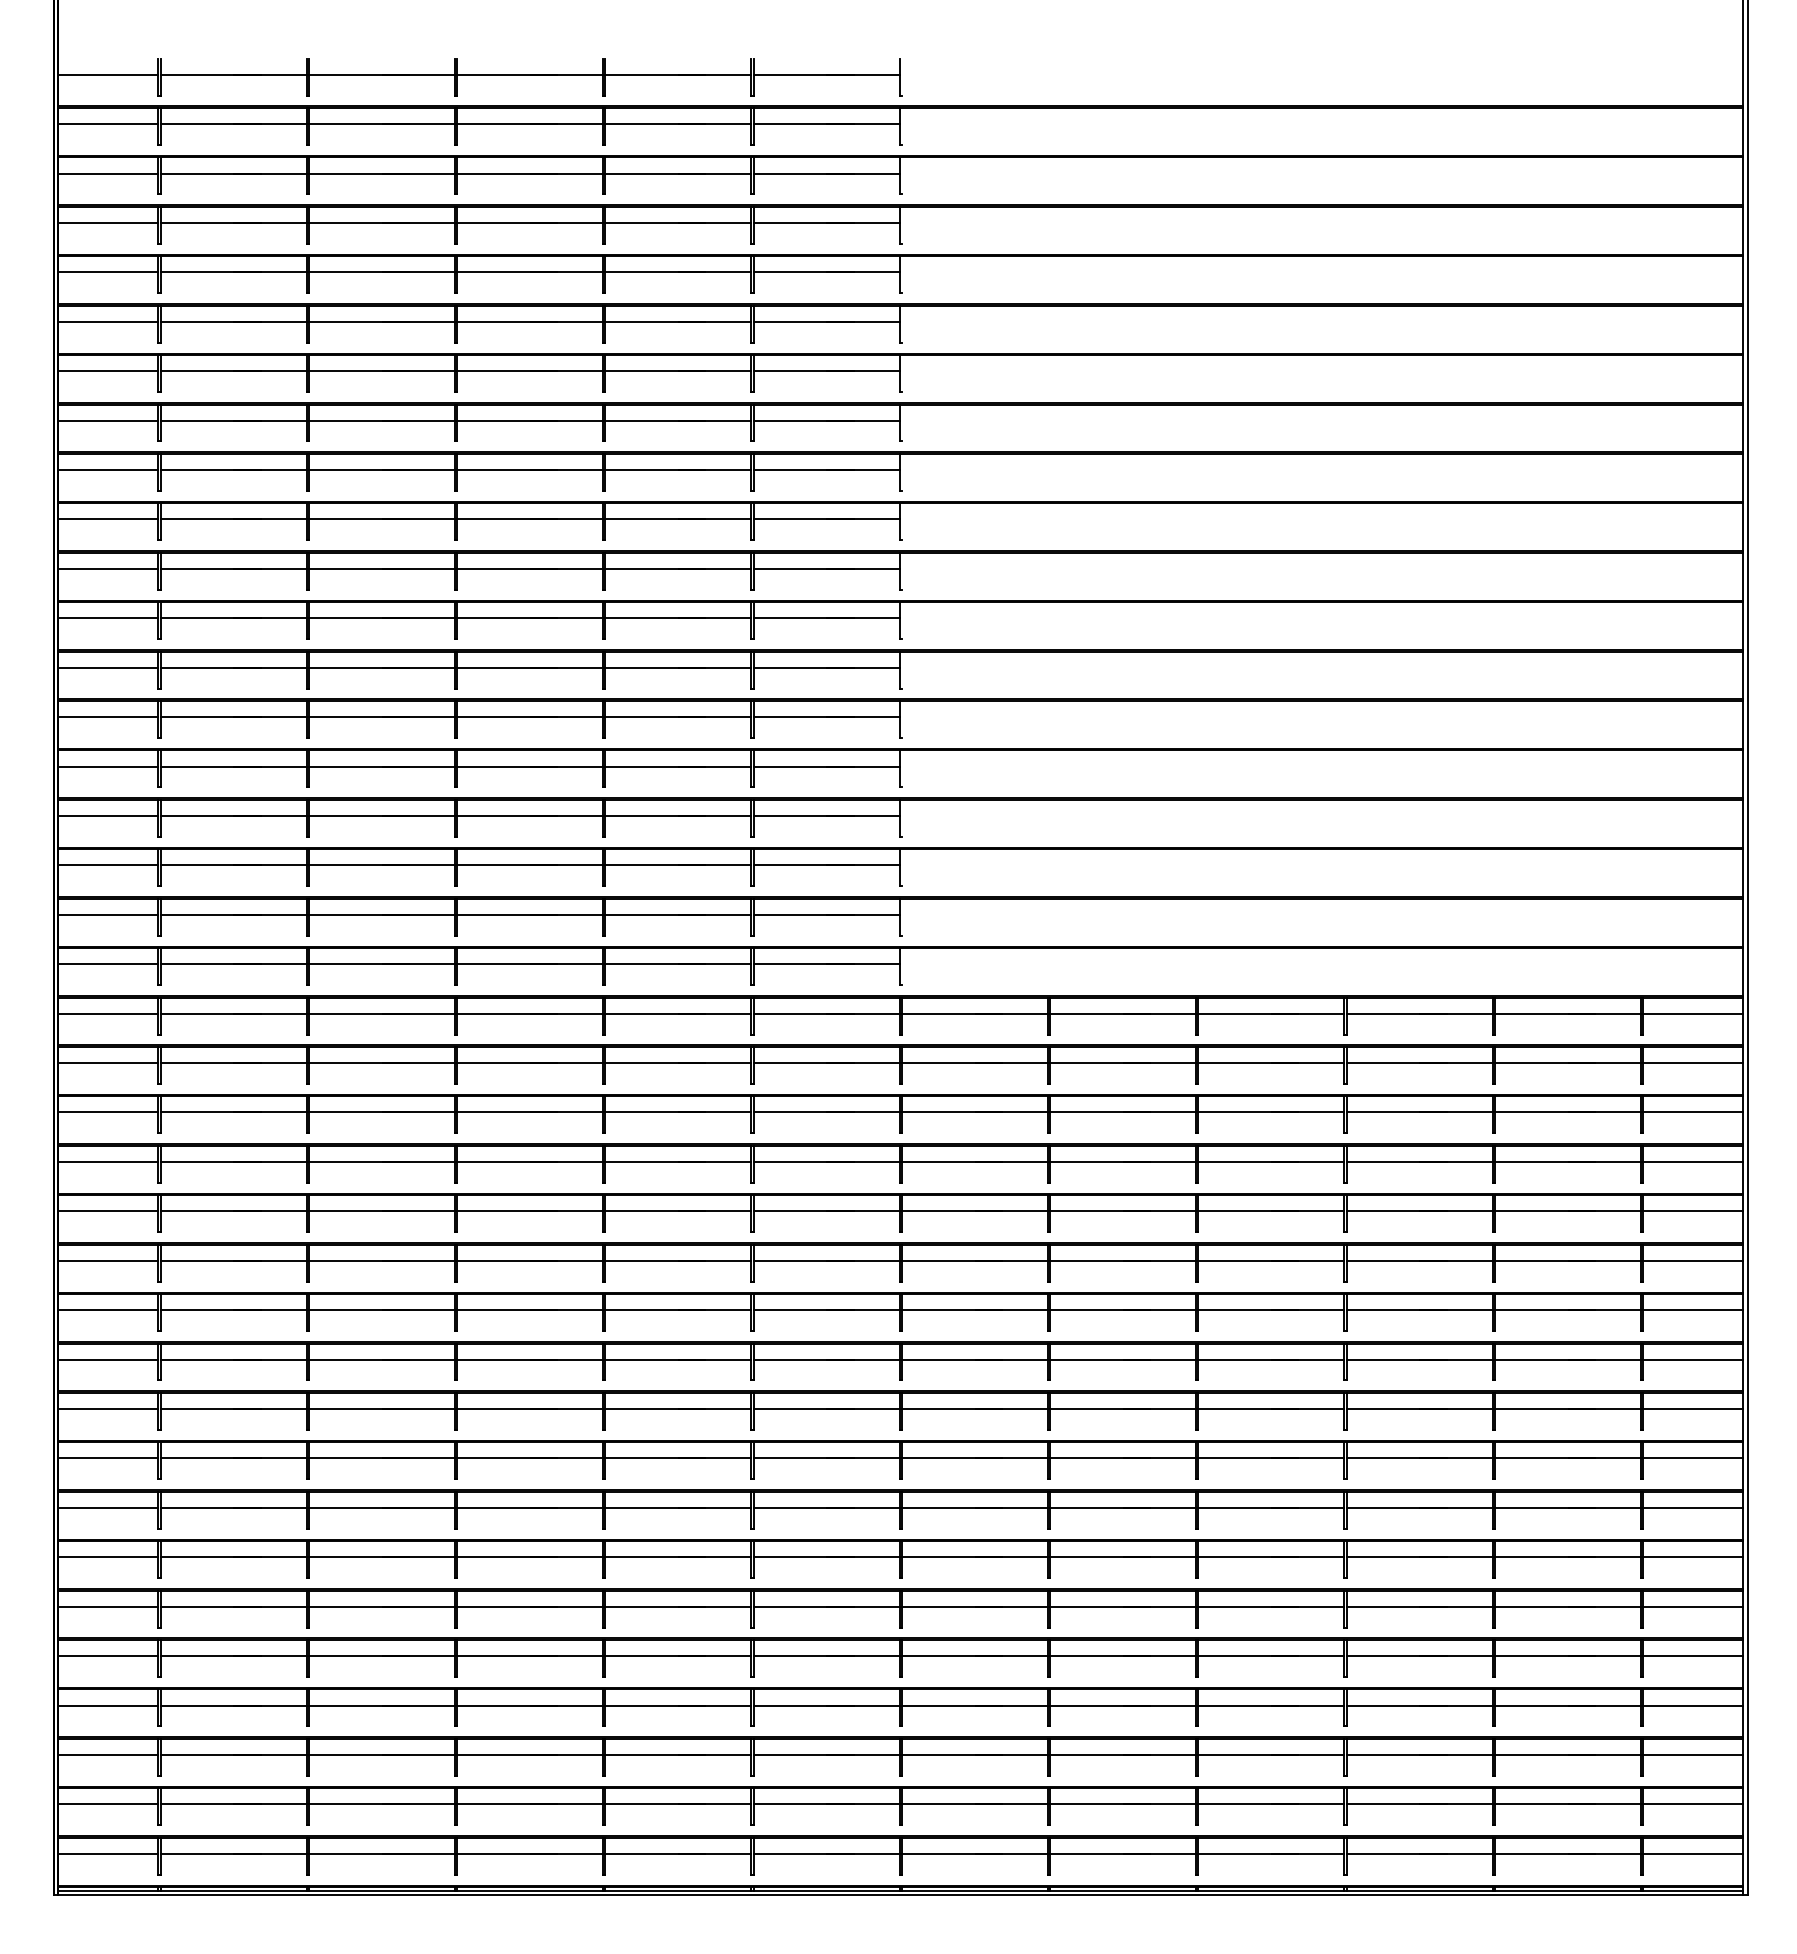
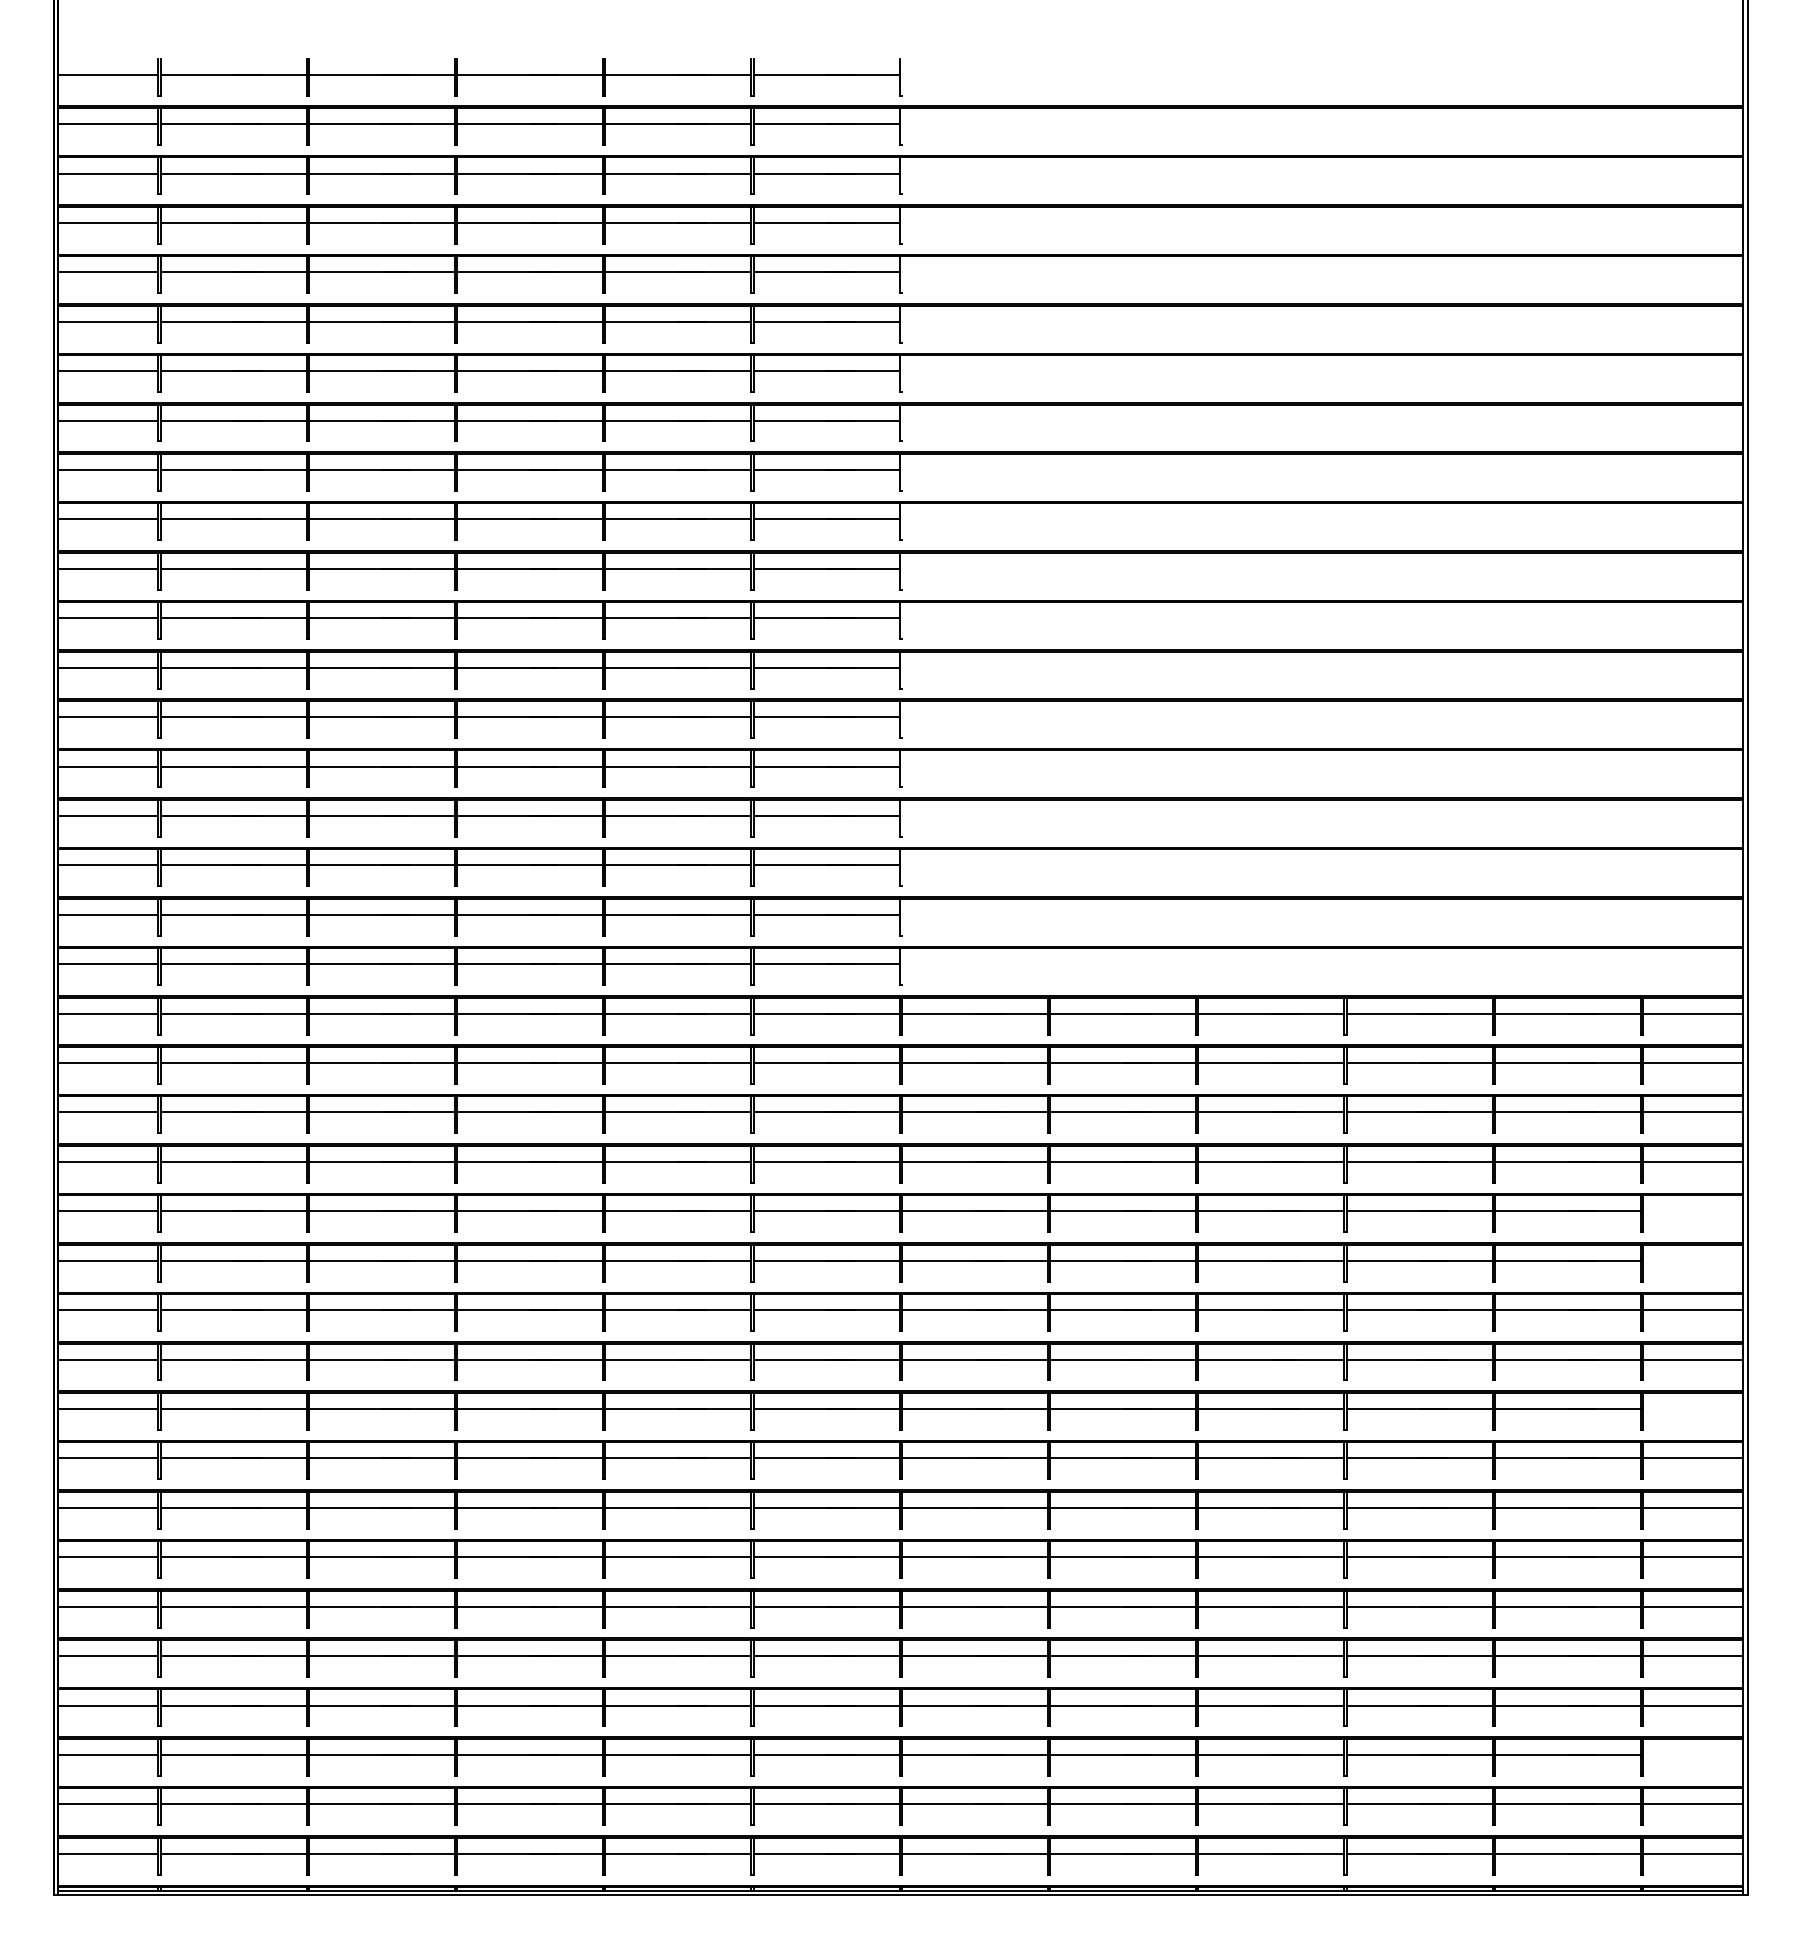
line at (1693, 1211): present -> none
line at (1693, 1260): present -> none
line at (1693, 1408): present -> none
line at (1693, 1754): present -> none
